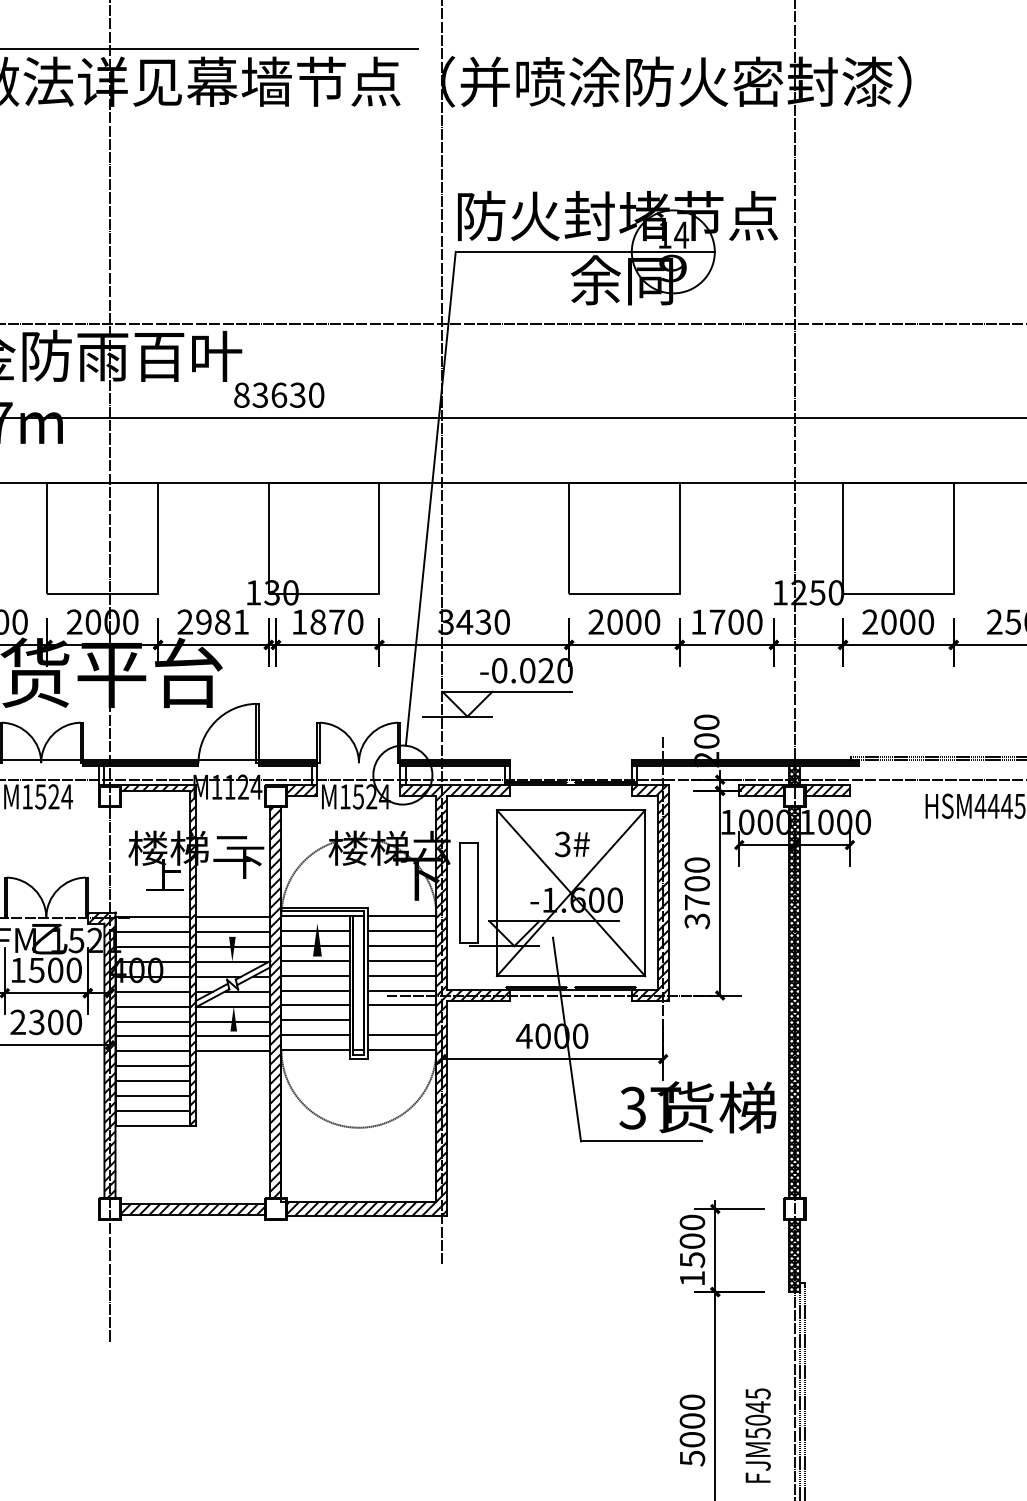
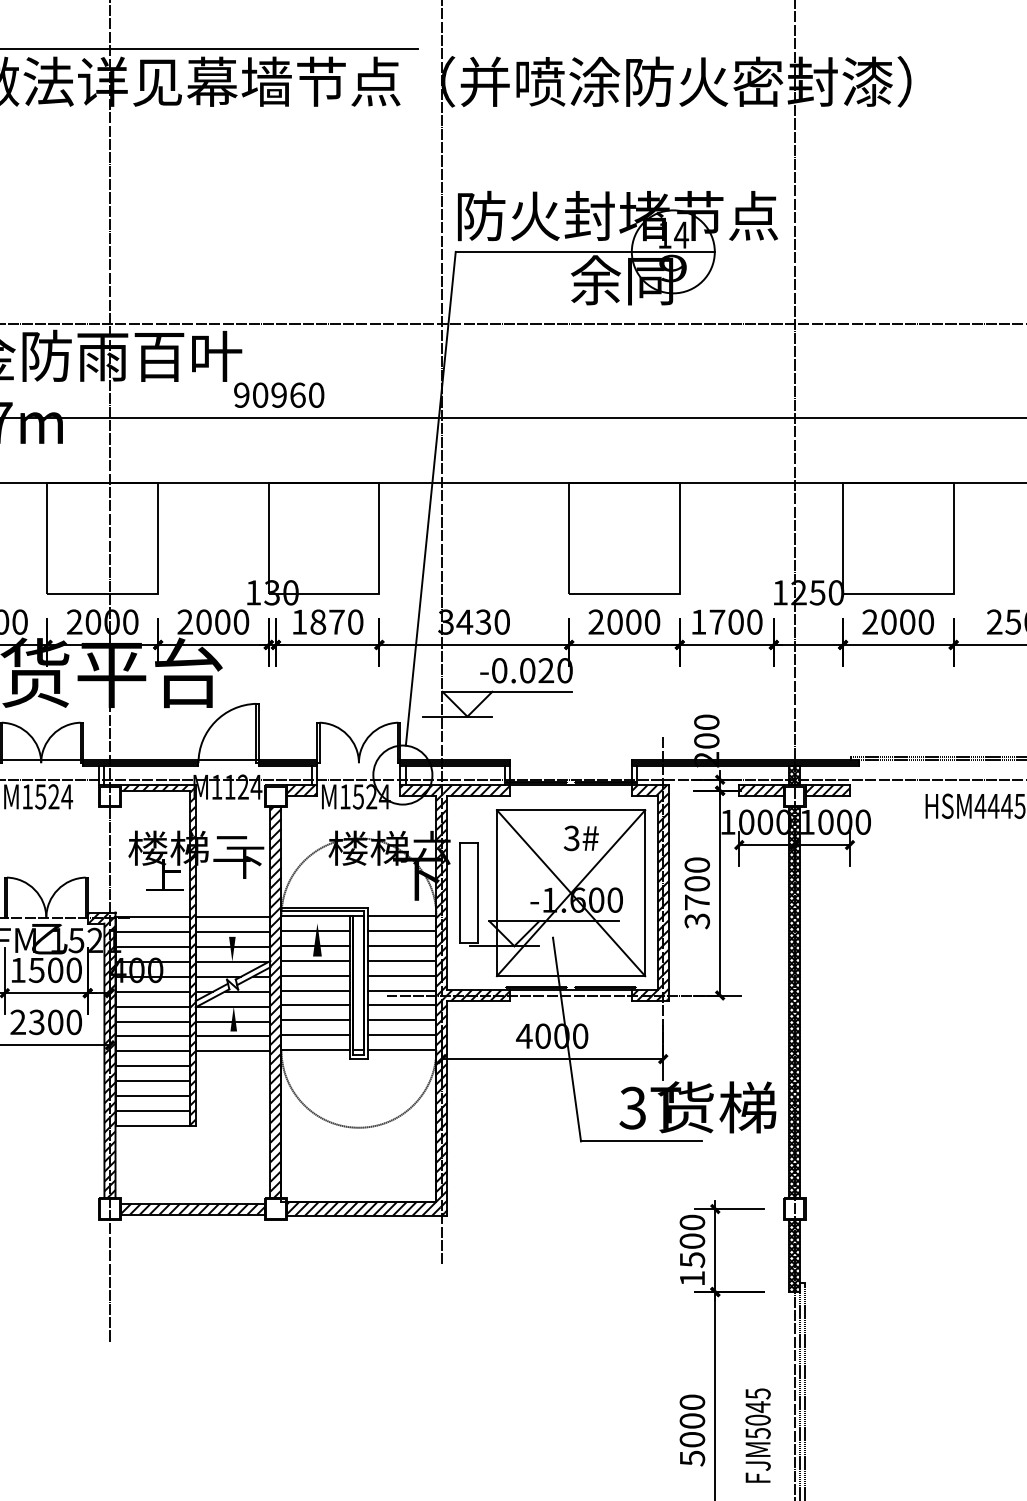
text at (269, 394): 83630 -> 90960
text at (222, 621): 2981 -> 2000
text at (571, 844) position: (571, 844) -> (580, 838)
line at (401, 1020): none -> present
